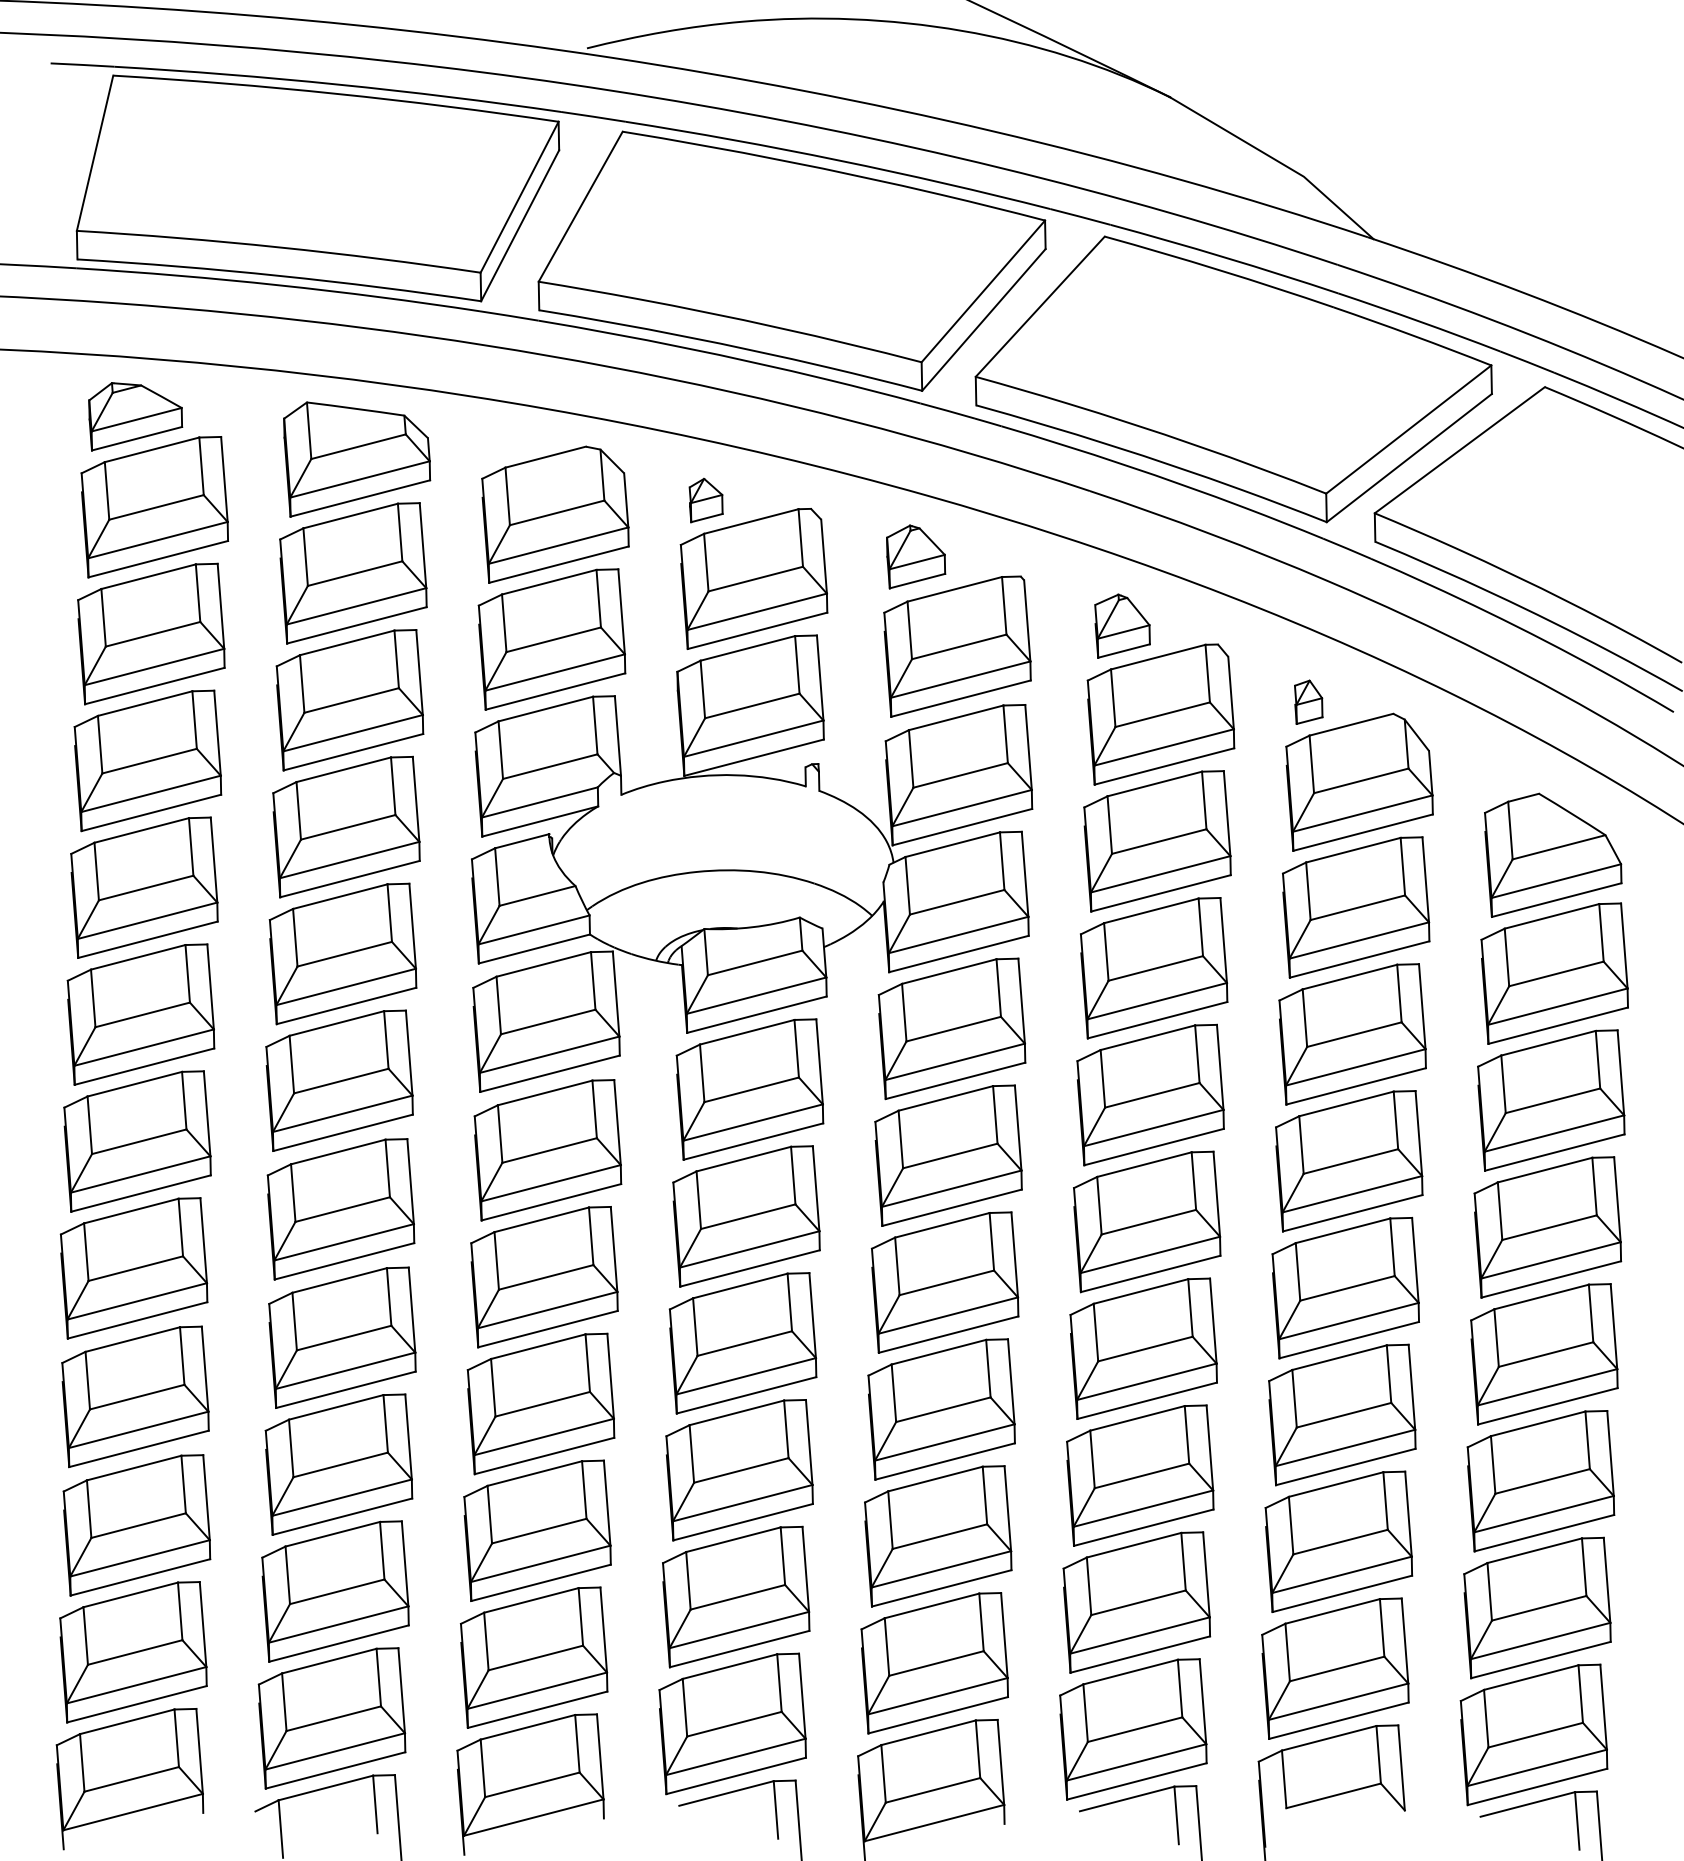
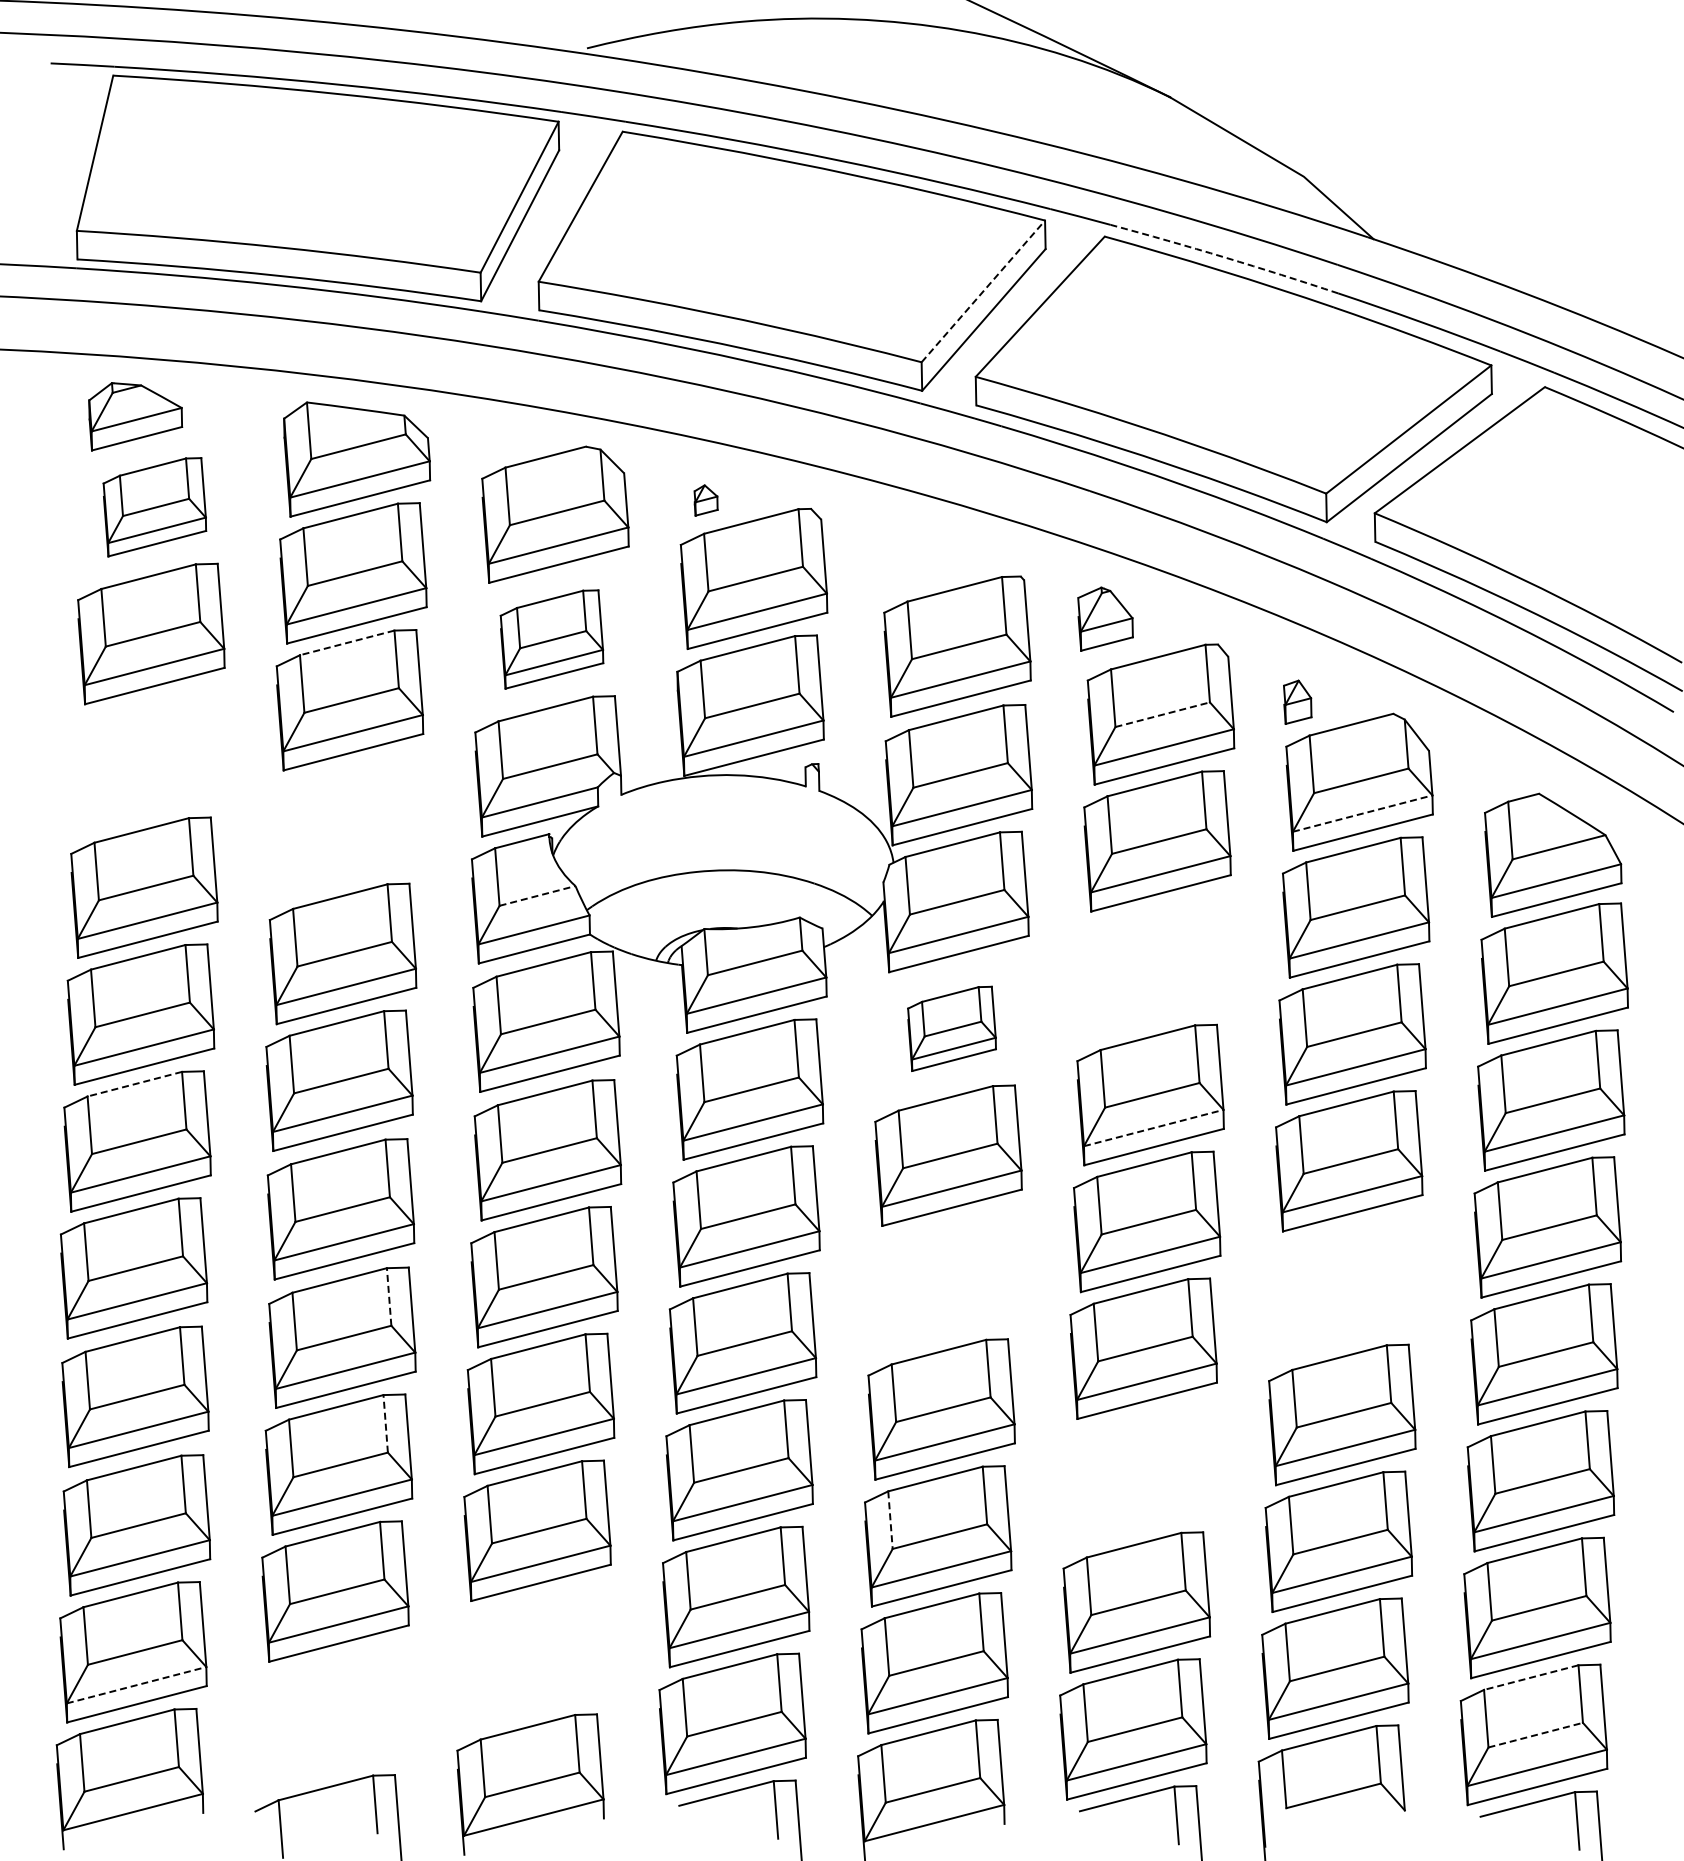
arc at (1224, 257): solid -> dashed
line at (983, 291): solid -> dashed
part at (705, 500) size: 36x47 px -> 26x33 px
part at (154, 507) size: 150x143 px -> 106x101 px
part at (916, 556): present -> none
part at (1122, 625) position: (1122, 625) -> (1105, 618)
part at (551, 639) size: 150x143 px -> 106x101 px
line at (347, 642): solid -> dashed
part at (1308, 701) position: (1308, 701) -> (1297, 701)
line at (1162, 714): solid -> dashed
part at (147, 760): present -> none
line at (1363, 813): solid -> dashed
part at (346, 826): present -> none
line at (538, 895): solid -> dashed
part at (1154, 968): present -> none
part at (951, 1028) size: 150x144 px -> 90x87 px
line at (134, 1084): solid -> dashed
line at (1154, 1127): solid -> dashed
part at (944, 1282): present -> none
part at (1345, 1287): present -> none
line at (389, 1296): solid -> dashed
line at (385, 1423): solid -> dashed
part at (1140, 1475): present -> none
line at (890, 1520): solid -> dashed
part at (533, 1657): present -> none
line at (1531, 1677): solid -> dashed
line at (137, 1685): solid -> dashed
part at (331, 1718): present -> none
line at (1535, 1735): solid -> dashed
